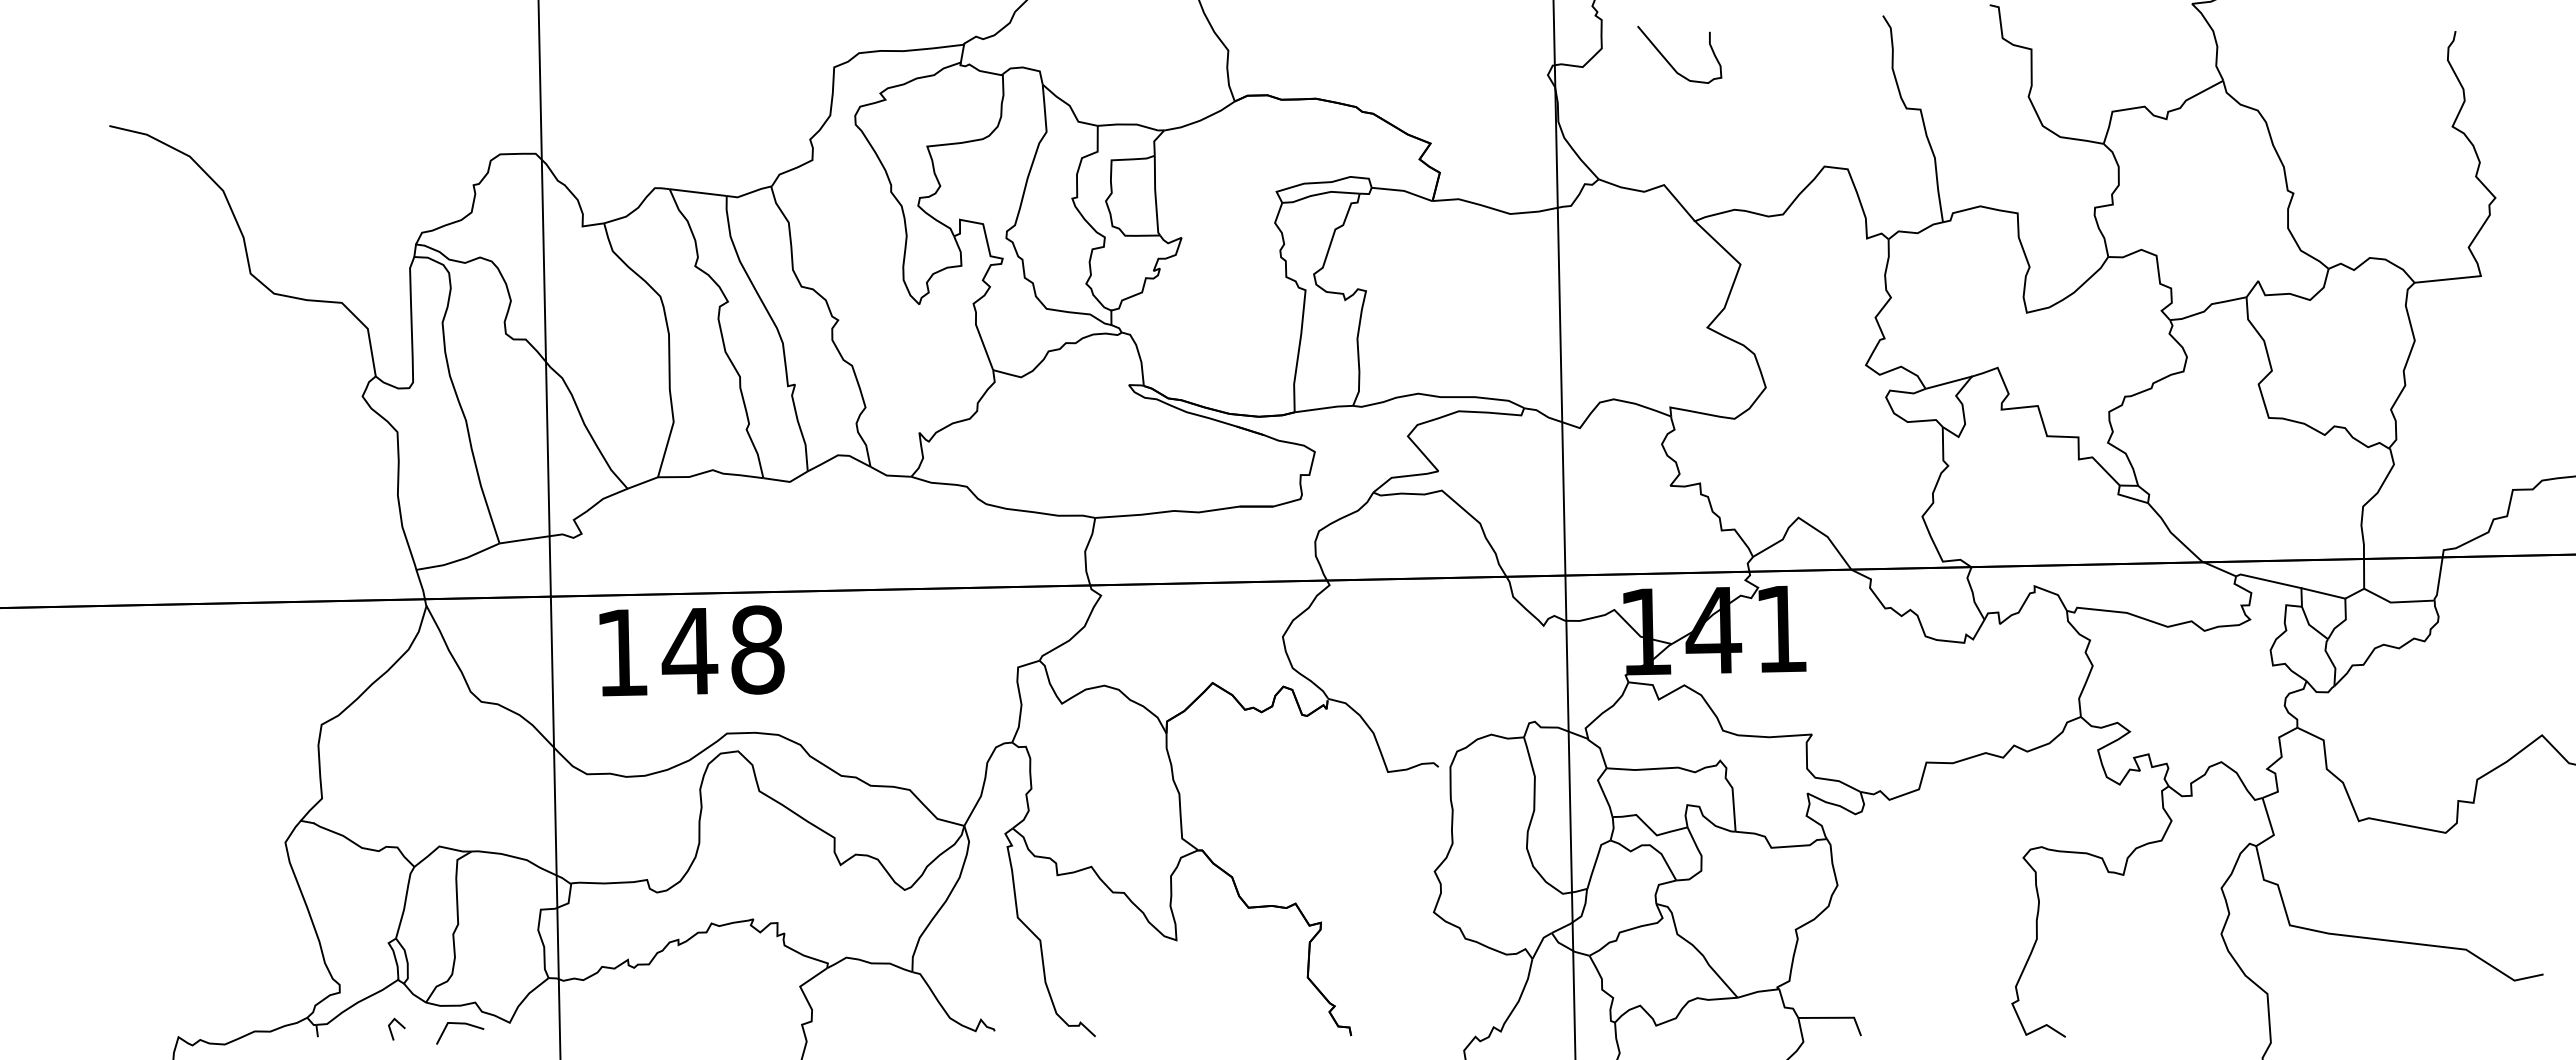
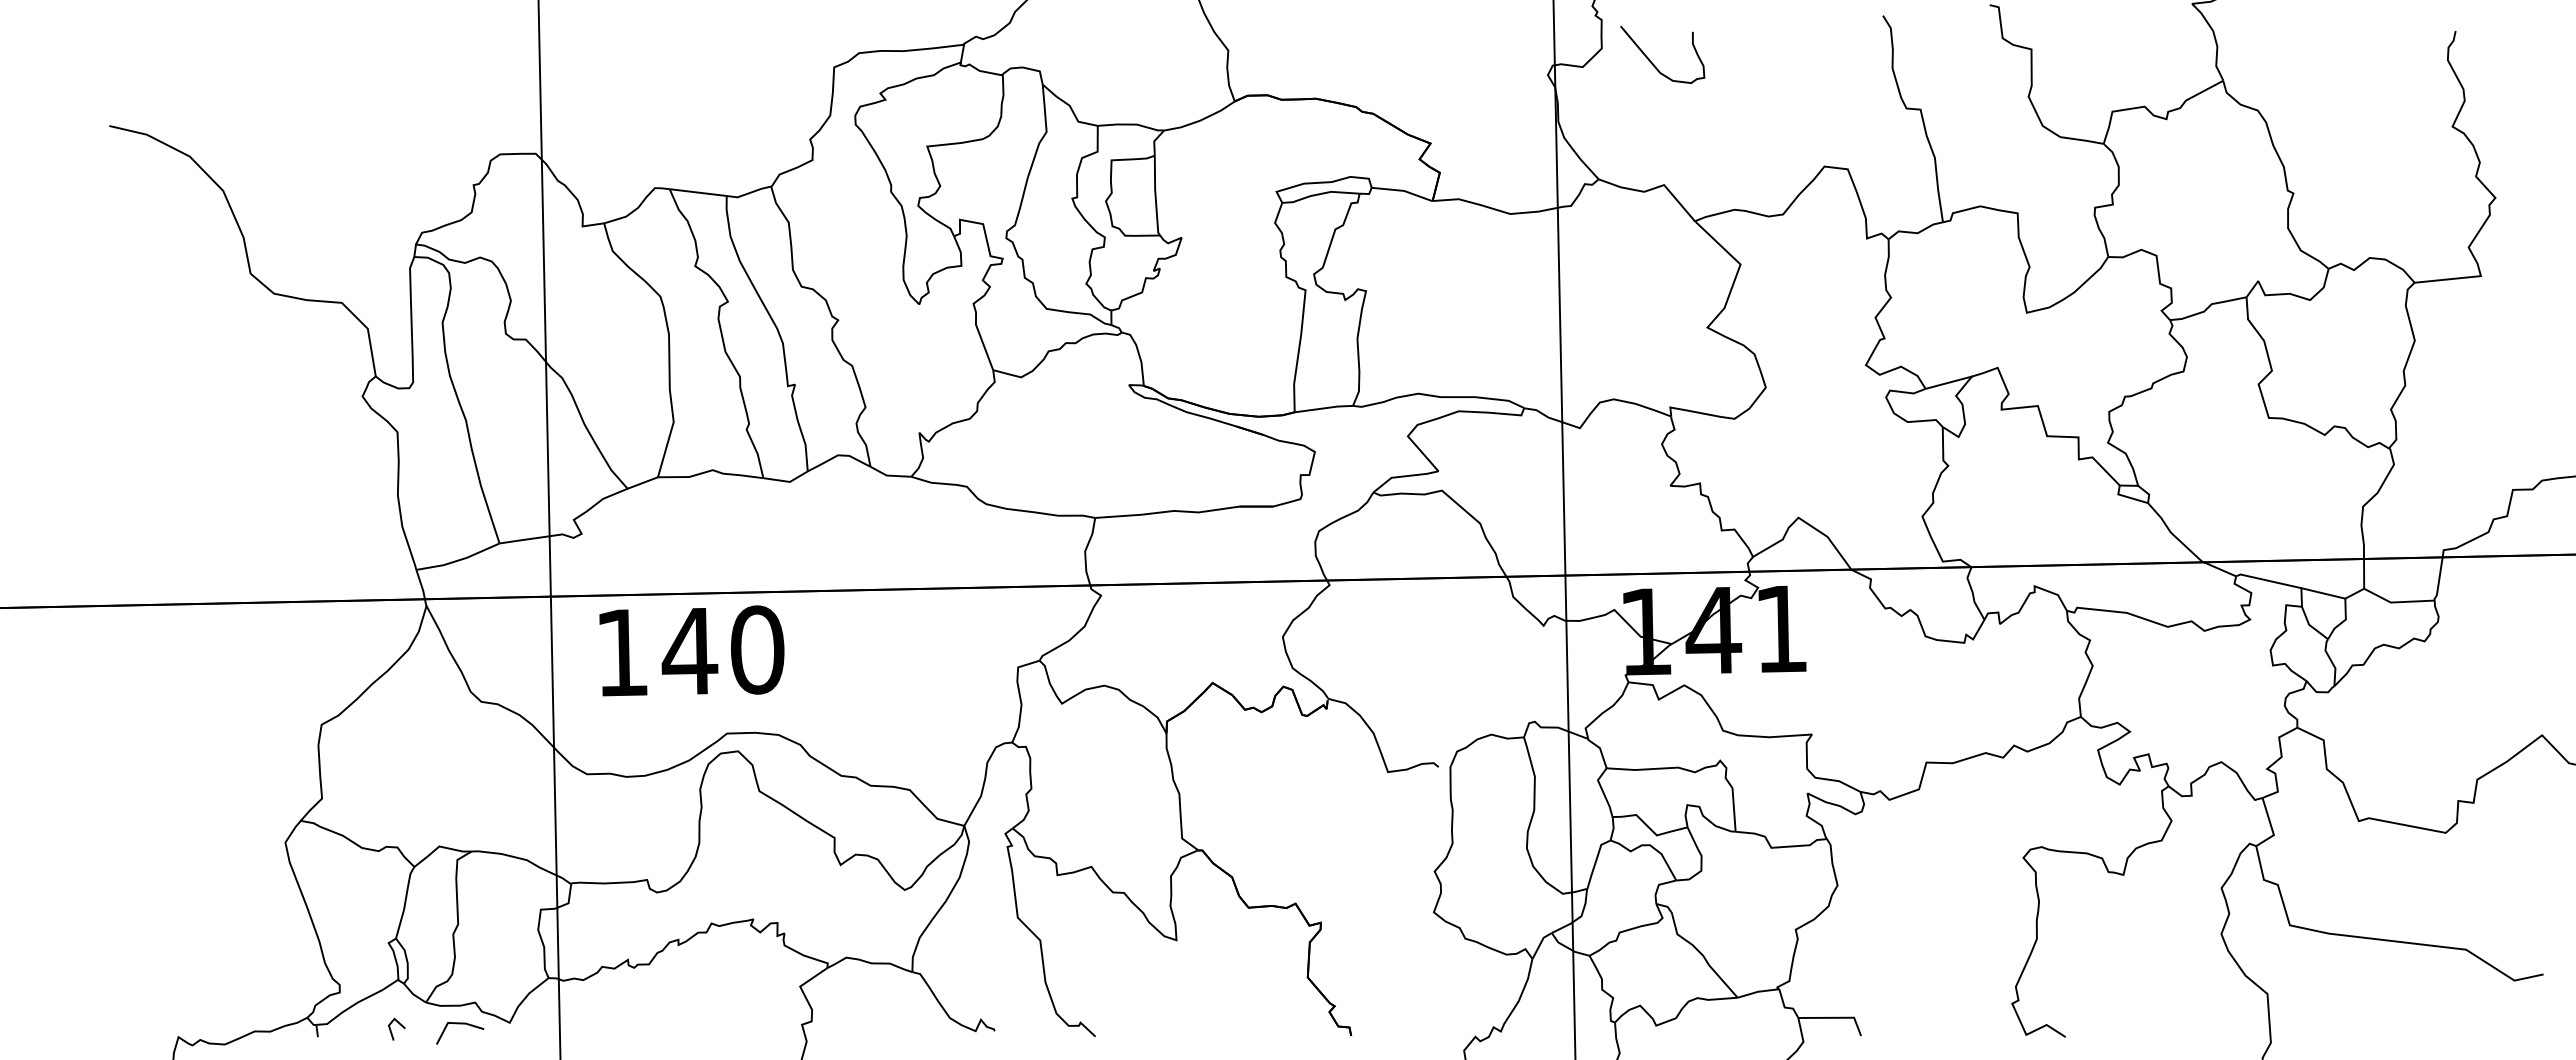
curve at (1670, 63) position: (1670, 63) -> (1653, 63)
text at (757, 649): 148 -> 140
